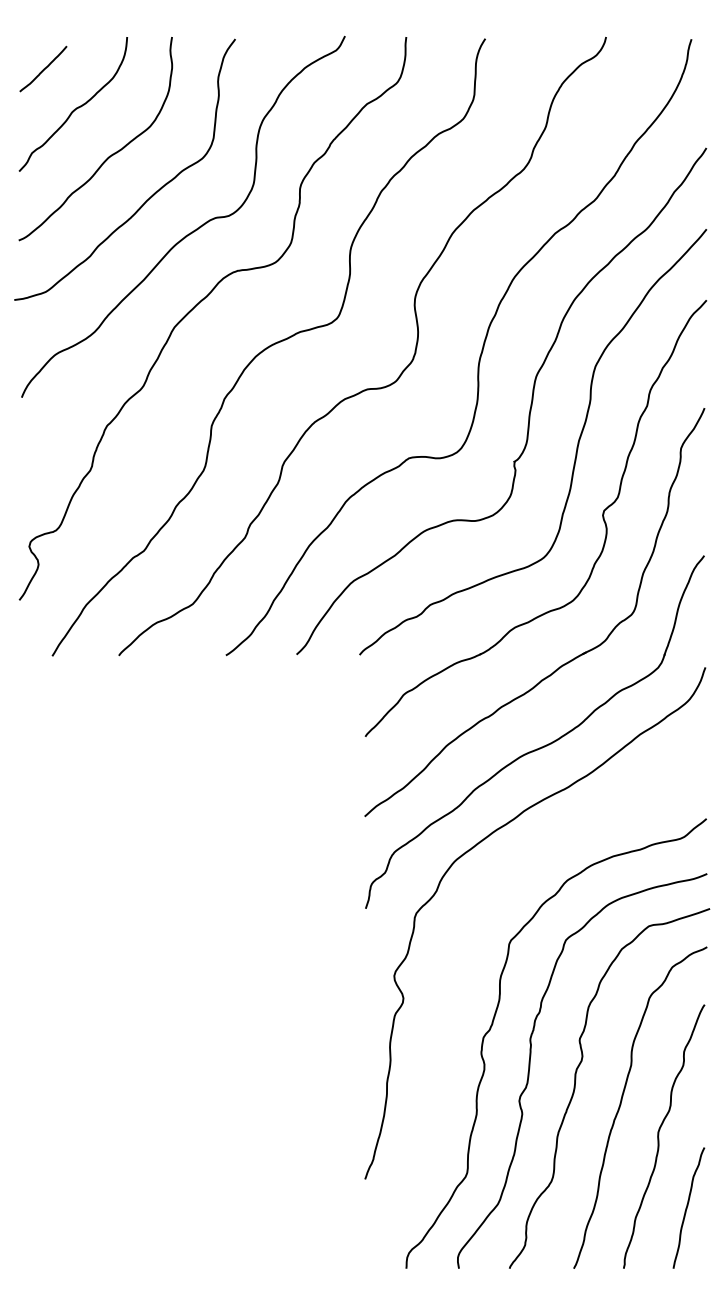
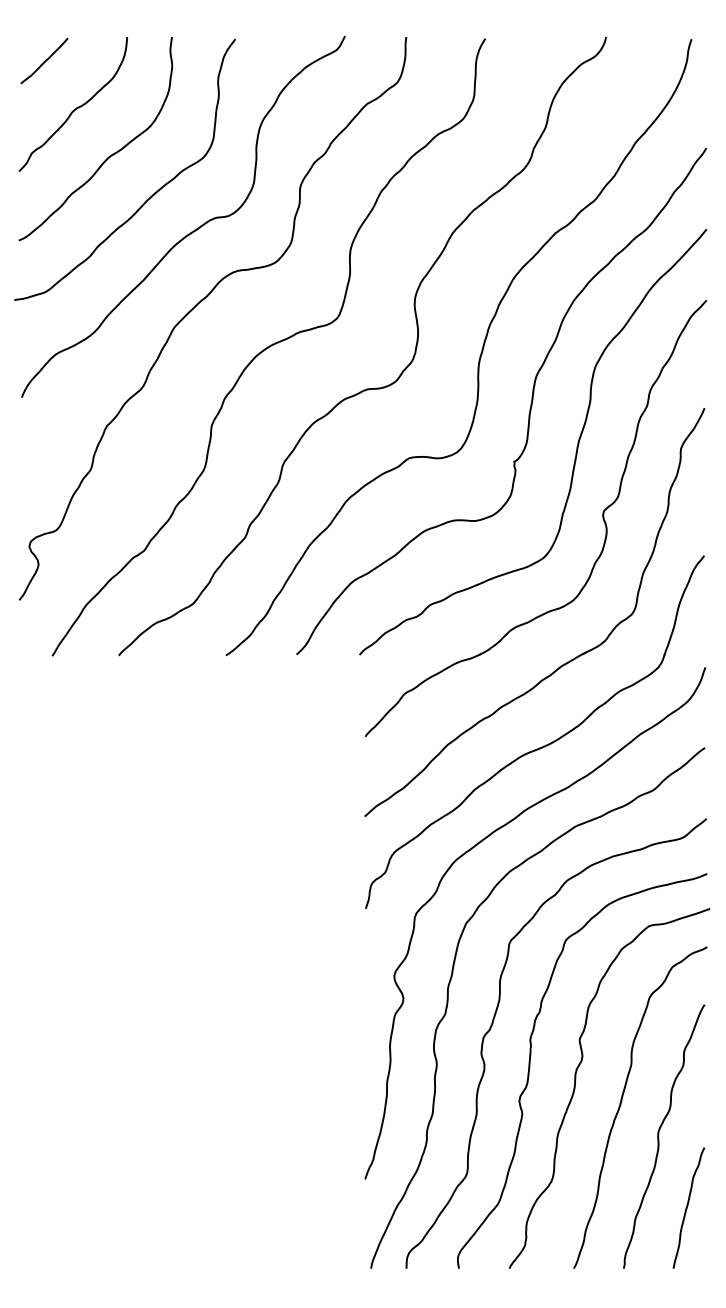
curve at (43, 68) position: (43, 68) -> (44, 60)
curve at (448, 1004): none -> present
